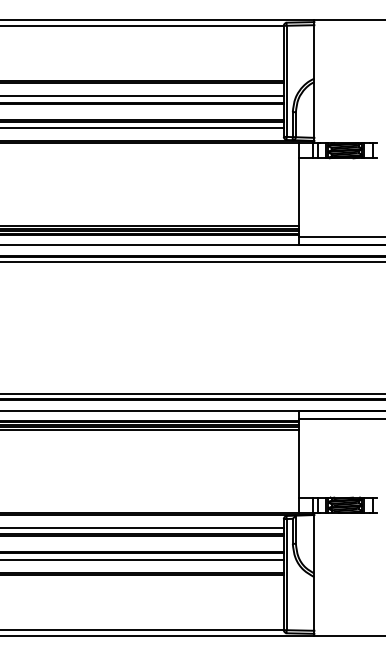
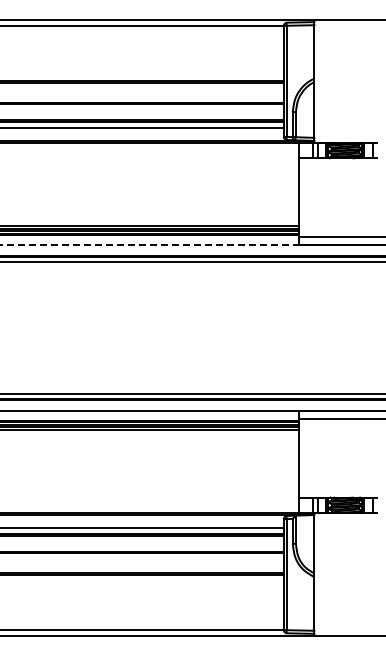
line at (142, 96): present -> none
line at (150, 245): solid -> dashed
line at (142, 559): present -> none
